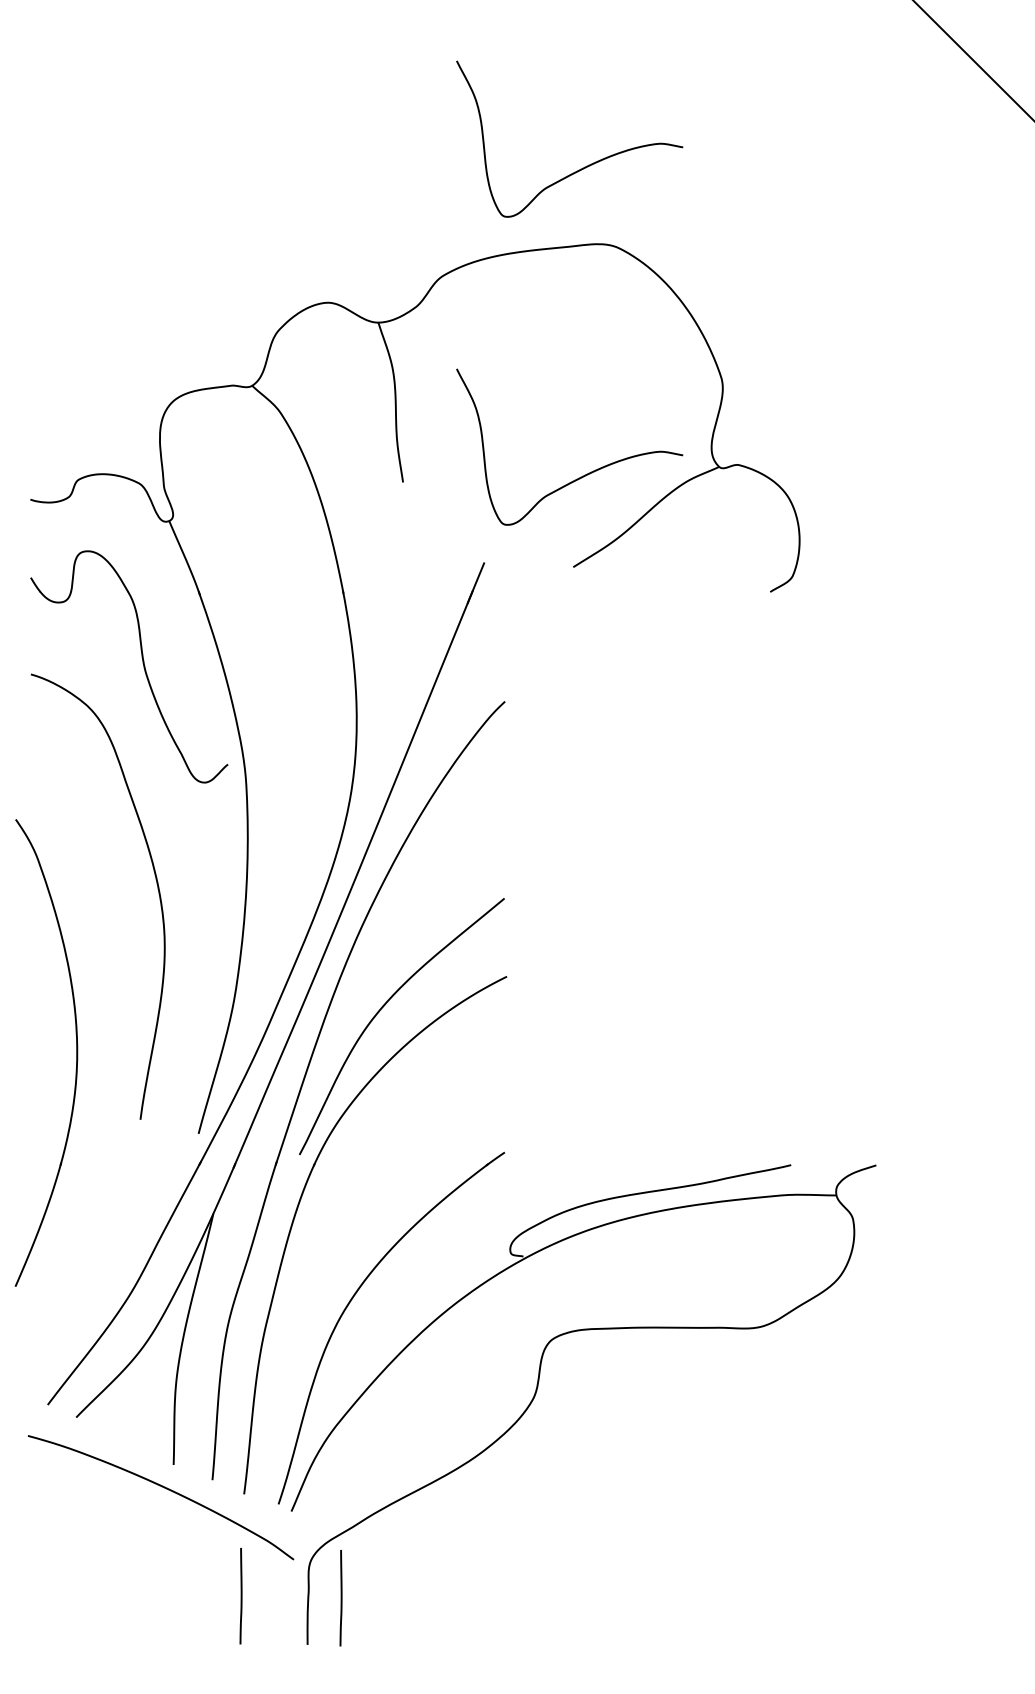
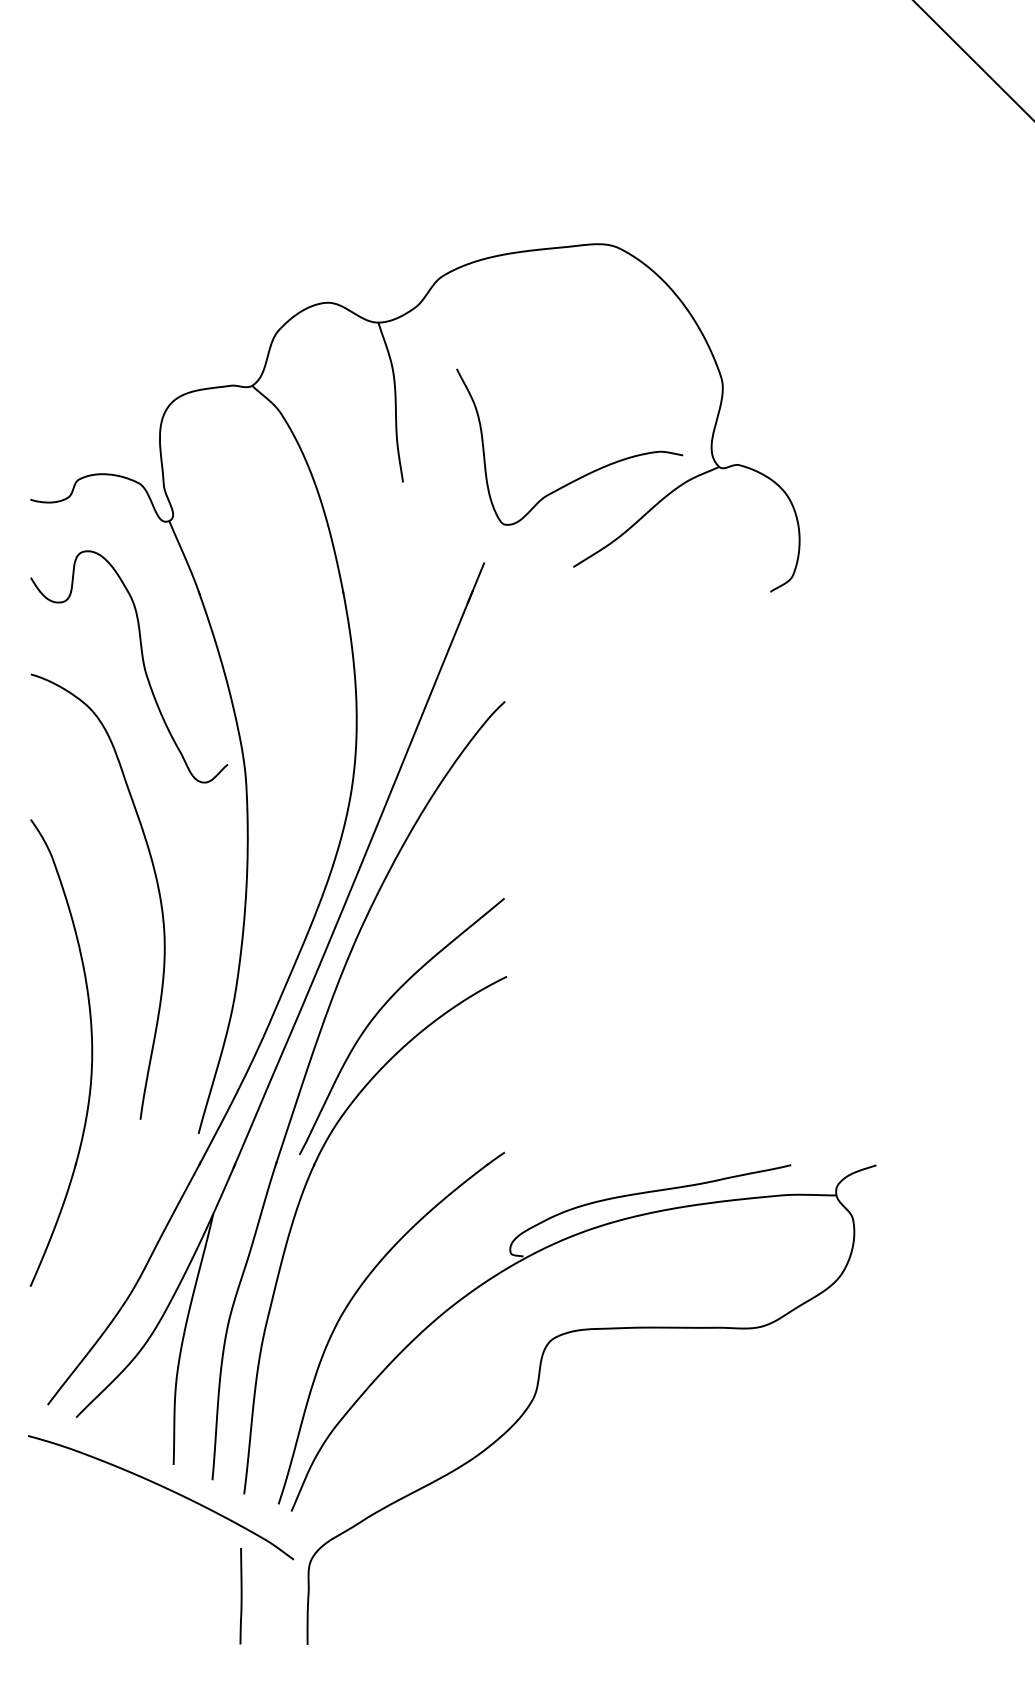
curve at (583, 167): present -> none
part at (76, 1052) position: (76, 1052) -> (91, 1052)
line at (340, 1598): present -> none
